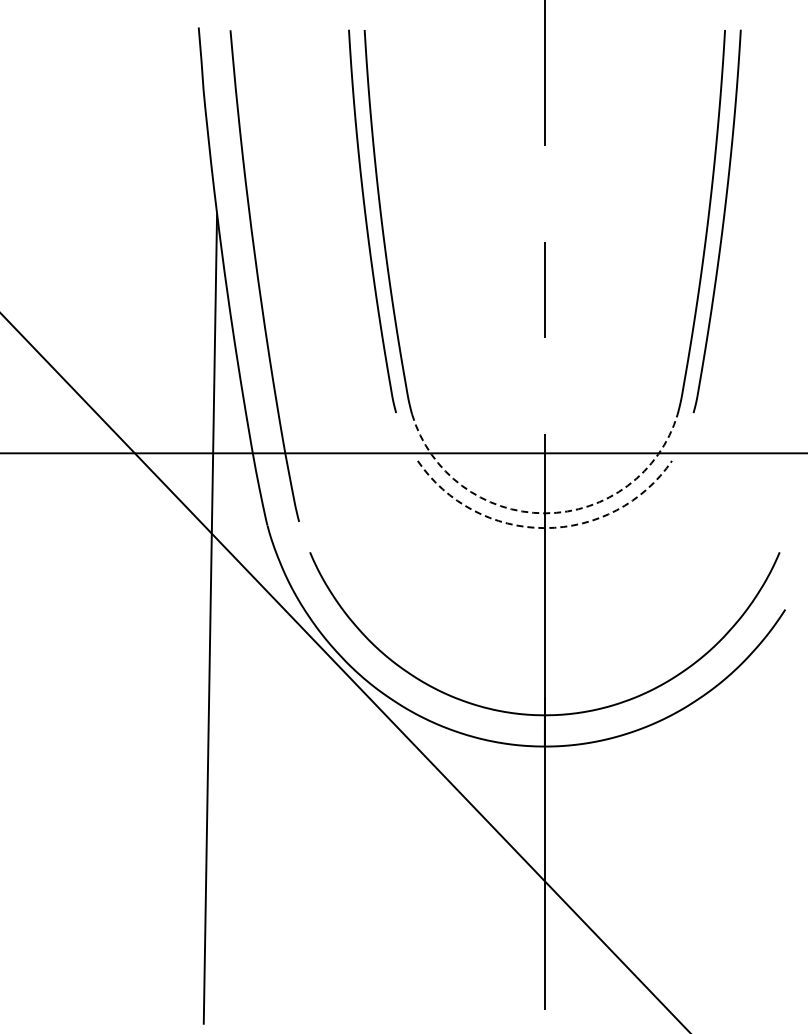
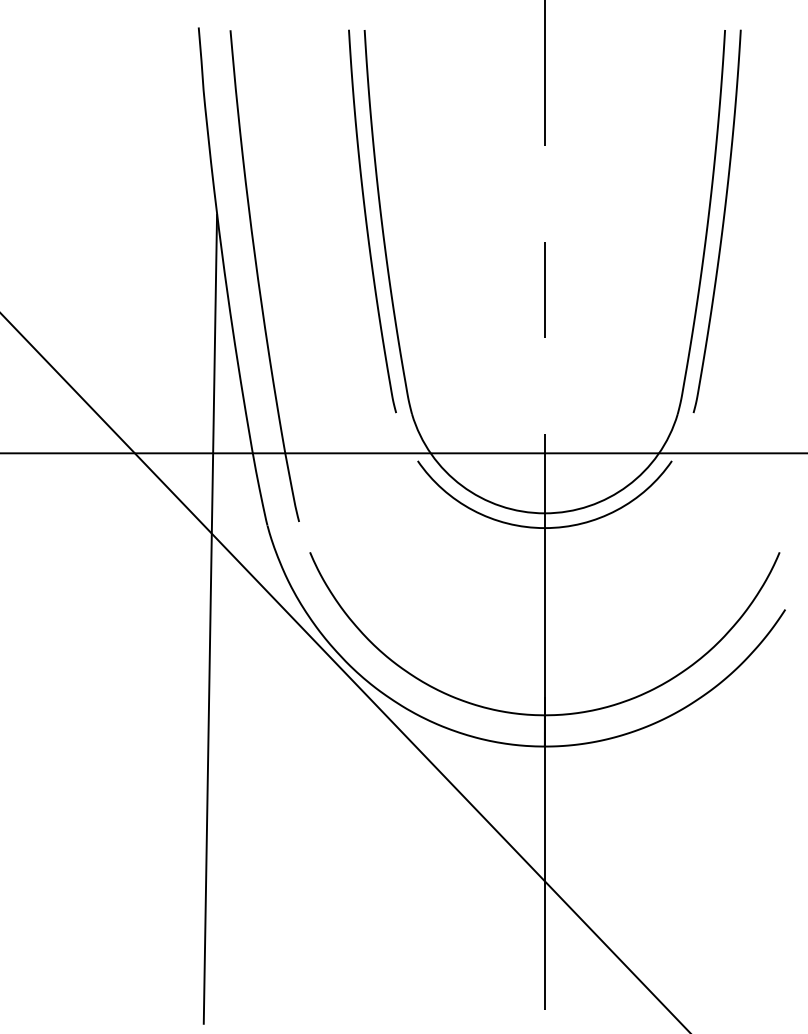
arc at (544, 513): dashed -> solid
arc at (544, 528): dashed -> solid
